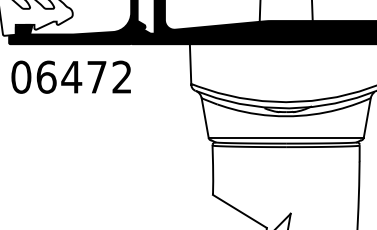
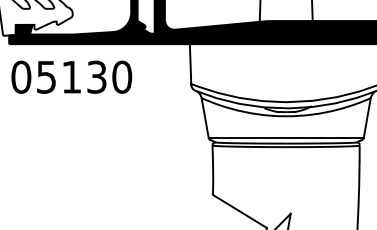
text at (84, 76): 06472 -> 05130
